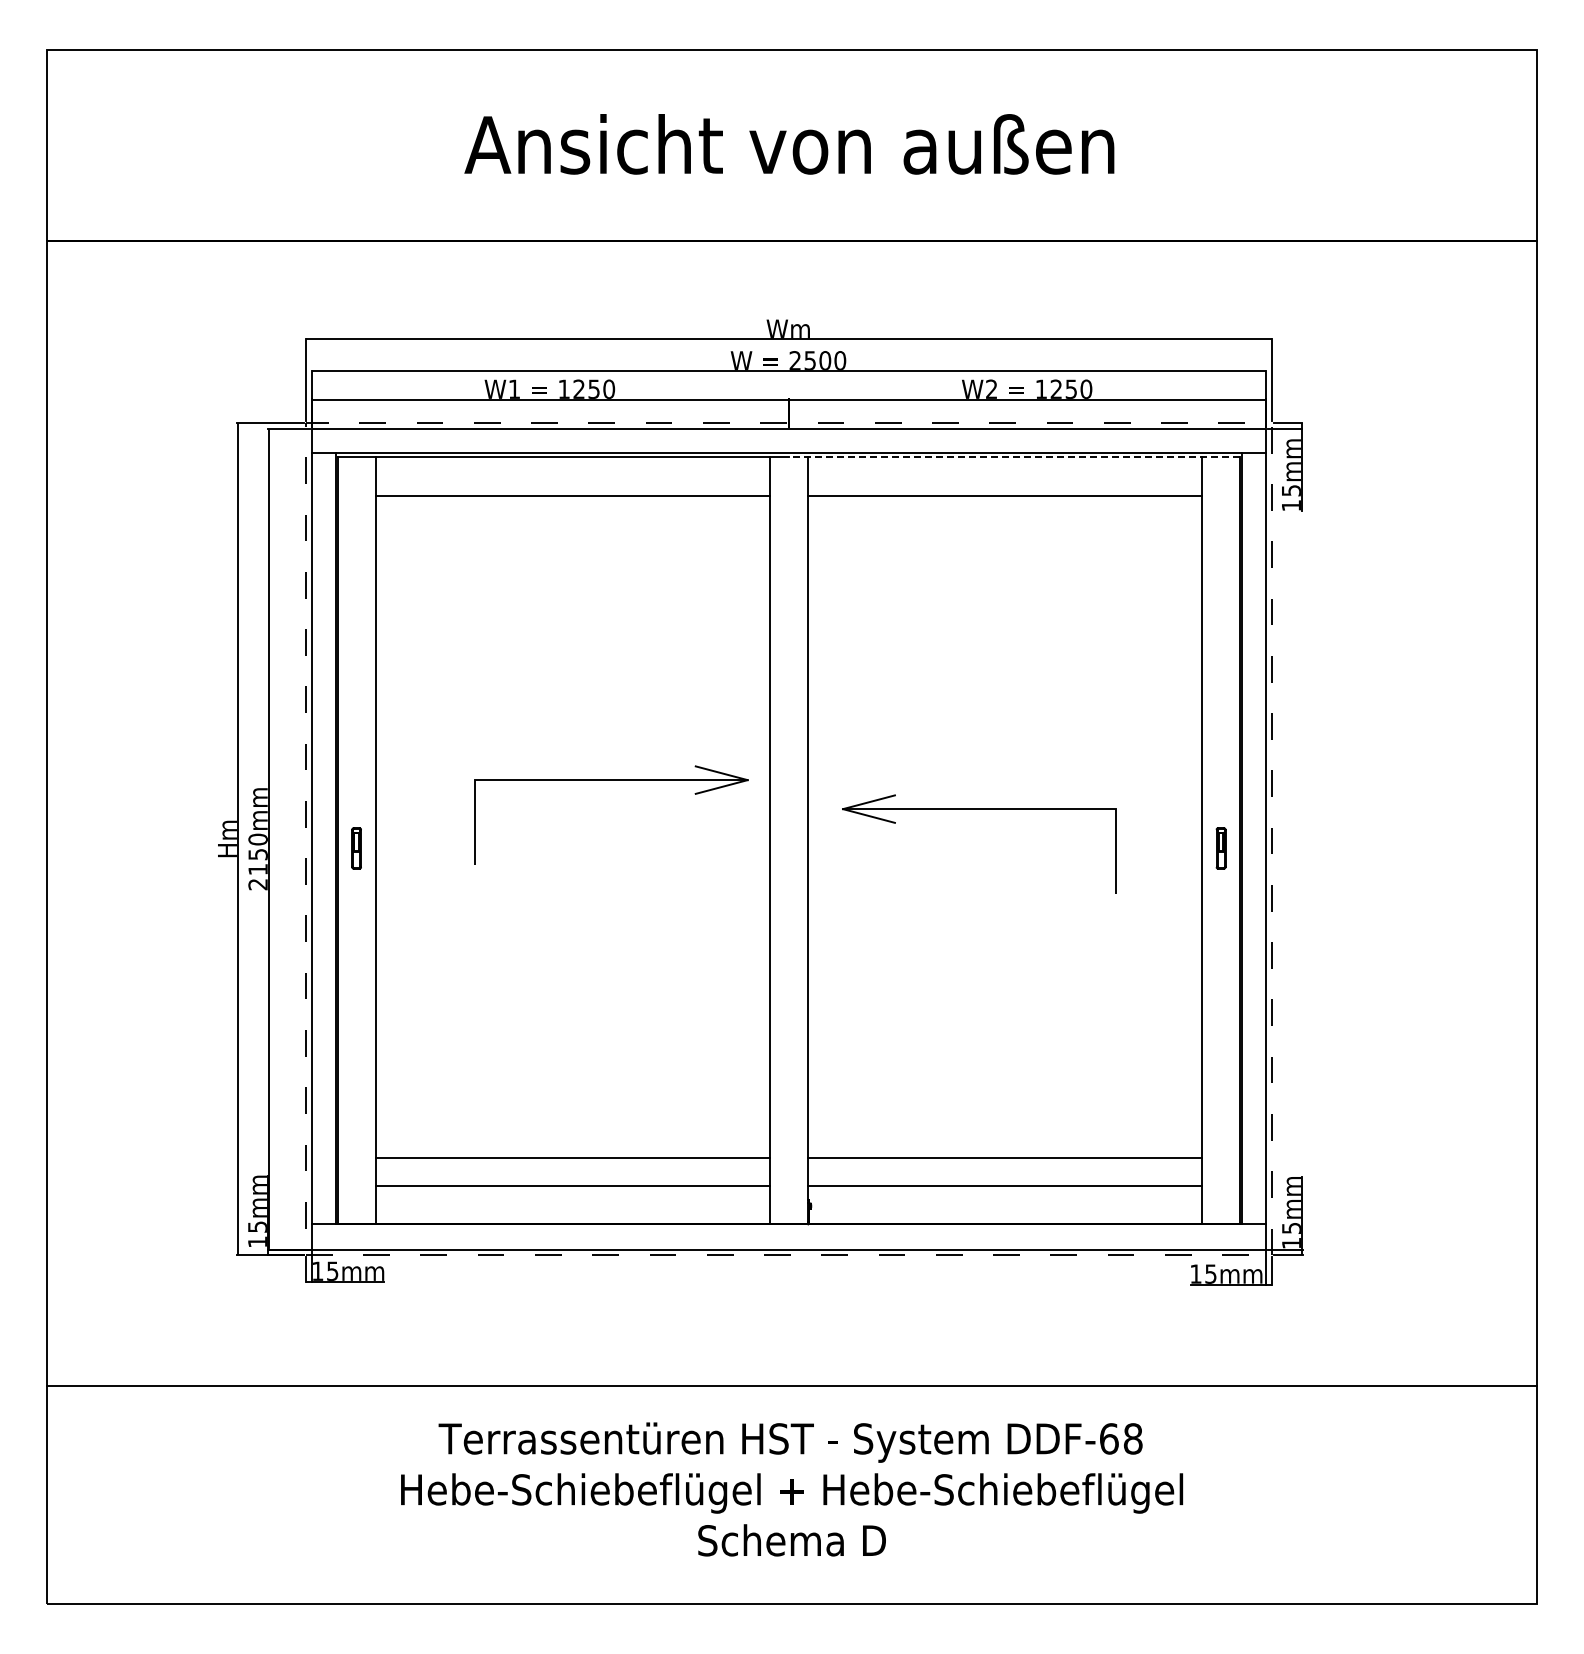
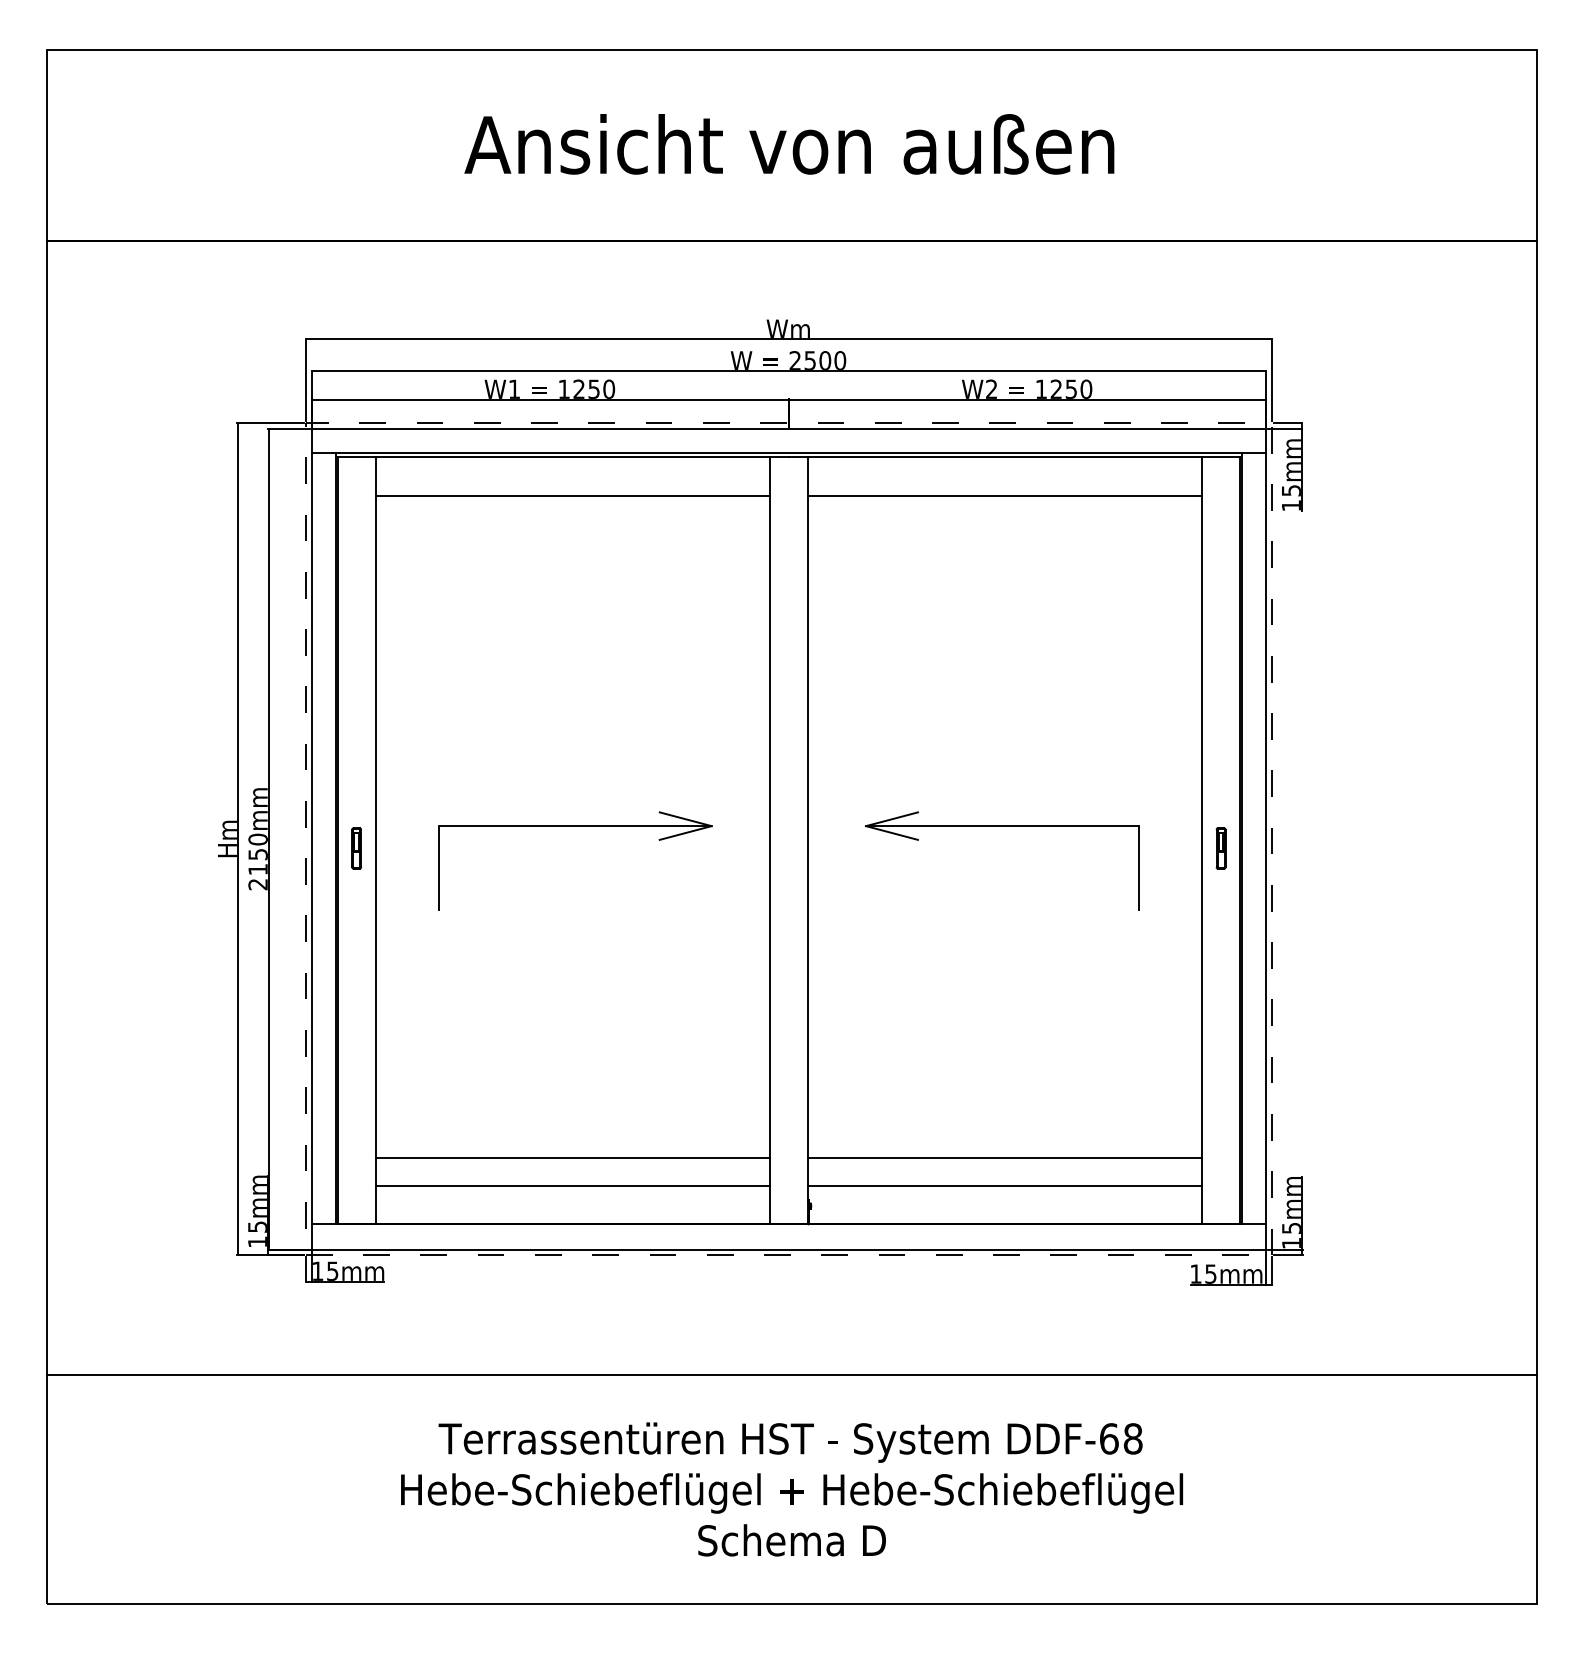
line at (1014, 457): dashed -> solid
part at (611, 780) position: (611, 780) -> (575, 826)
part at (979, 809) position: (979, 809) -> (1002, 826)
line at (791, 1386) position: (791, 1386) -> (791, 1375)
